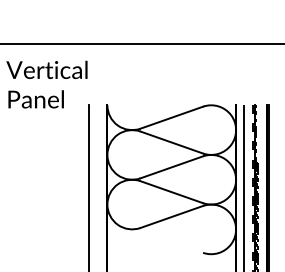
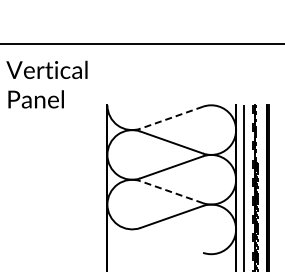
line at (171, 117): solid -> dashed
line at (88, 186): present -> none
line at (171, 192): solid -> dashed
